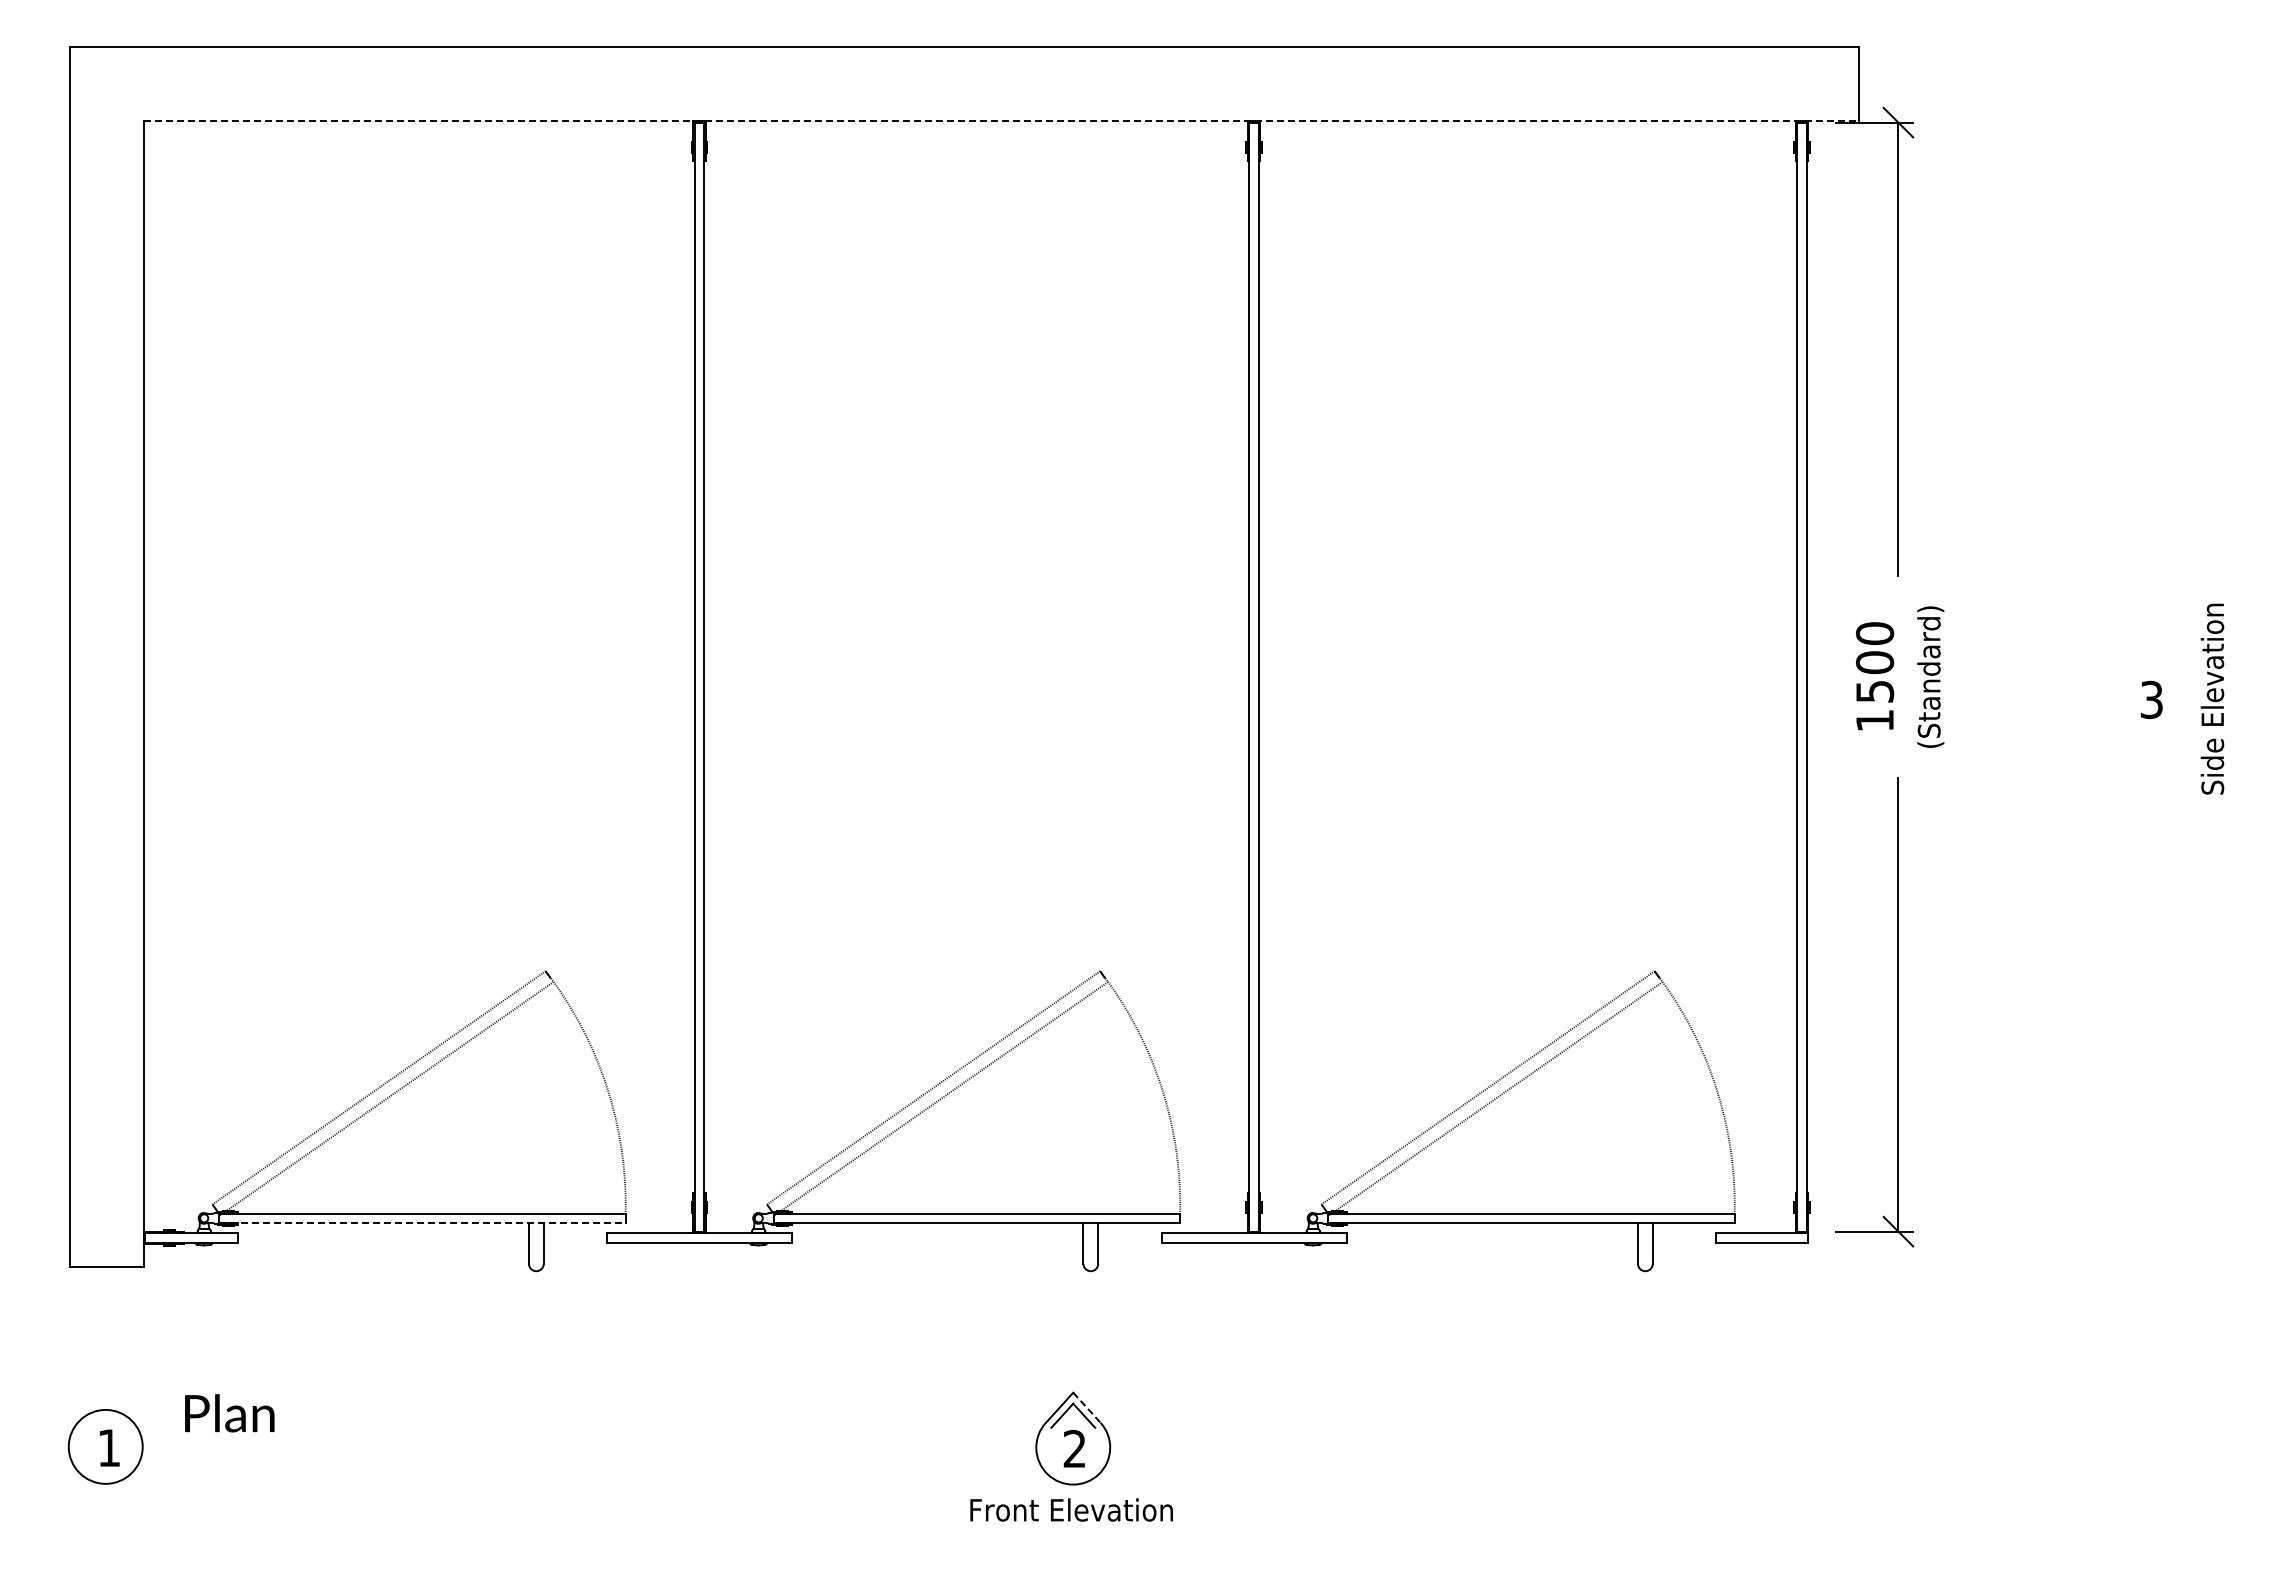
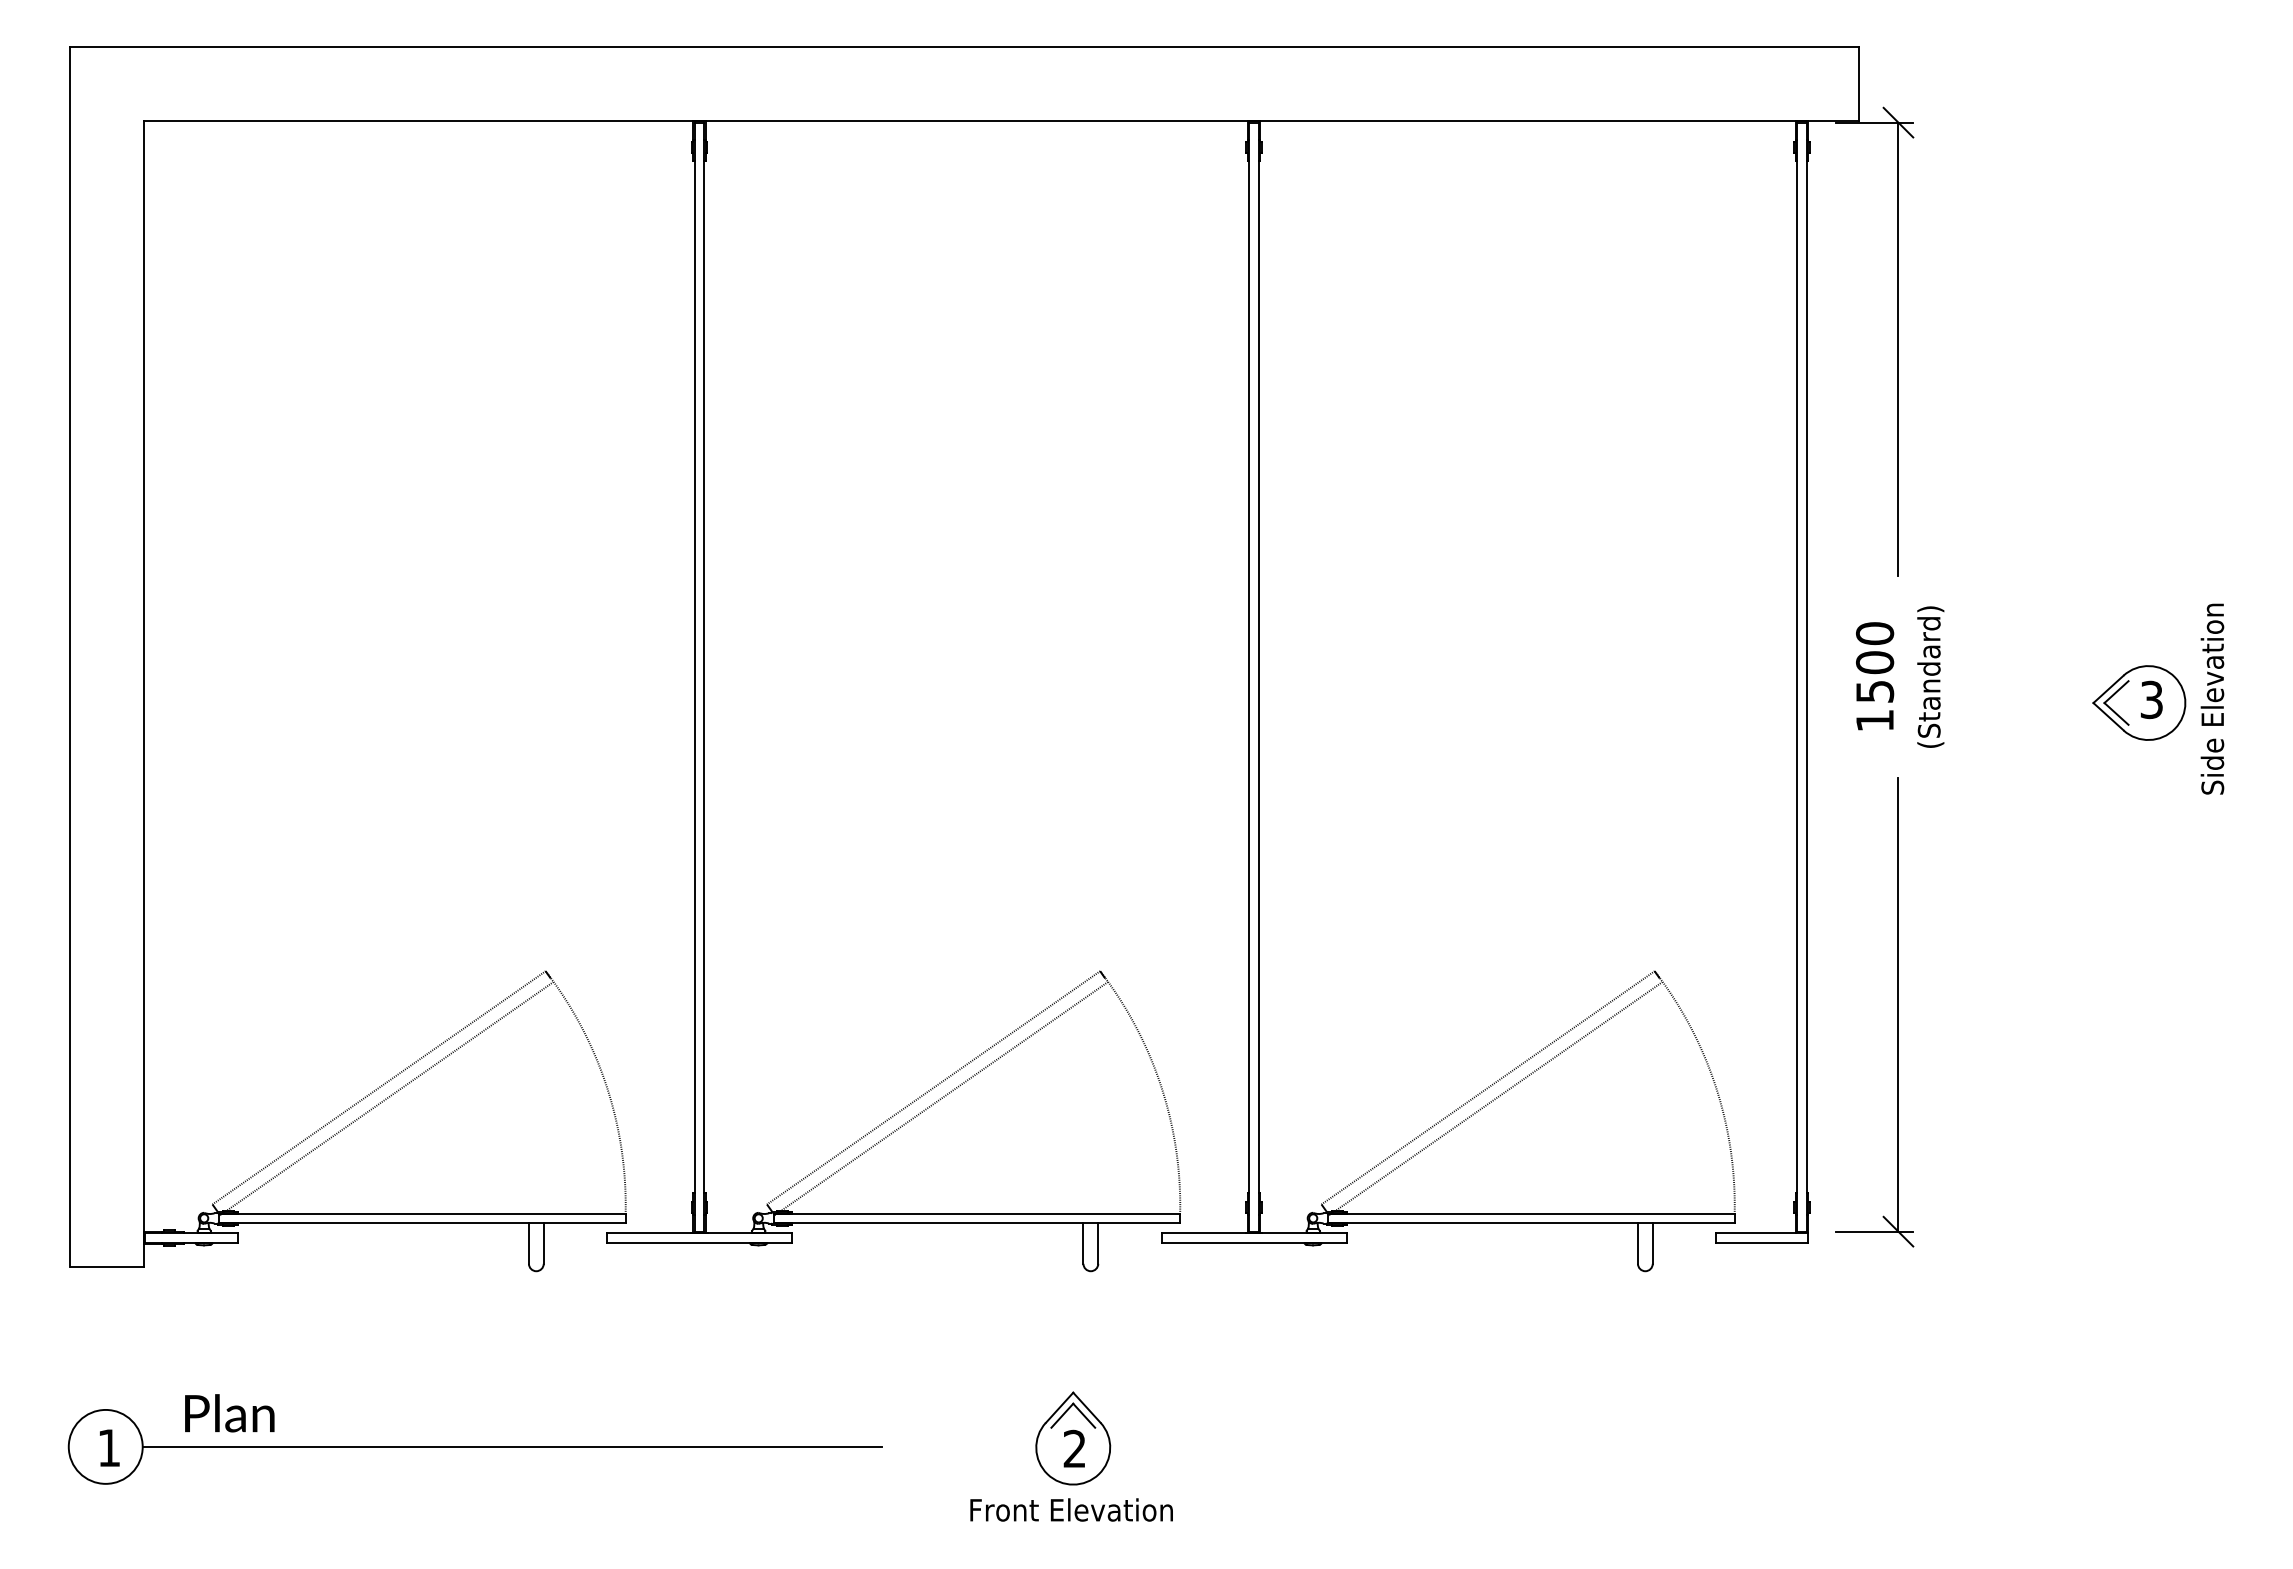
line at (1001, 121): dashed -> solid
part at (2139, 702): none -> present
line at (422, 1223): dashed -> solid
line at (1087, 1408): dashed -> solid
line at (512, 1446): none -> present
